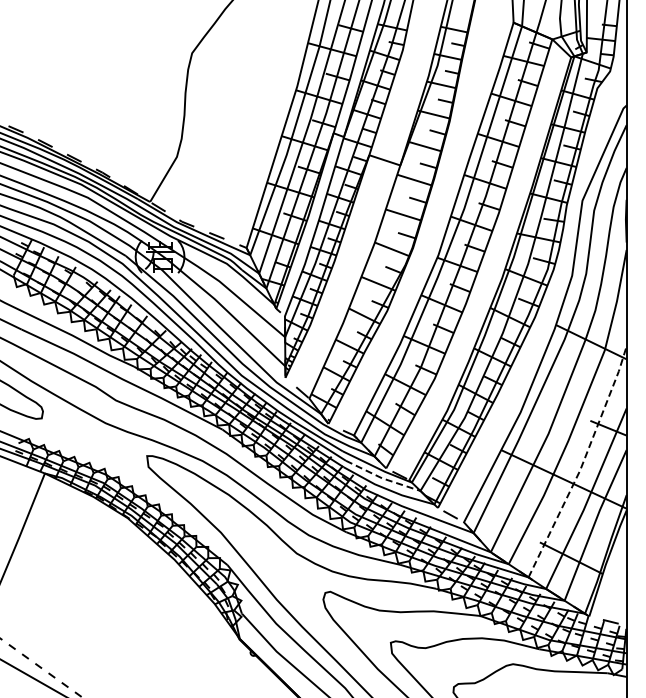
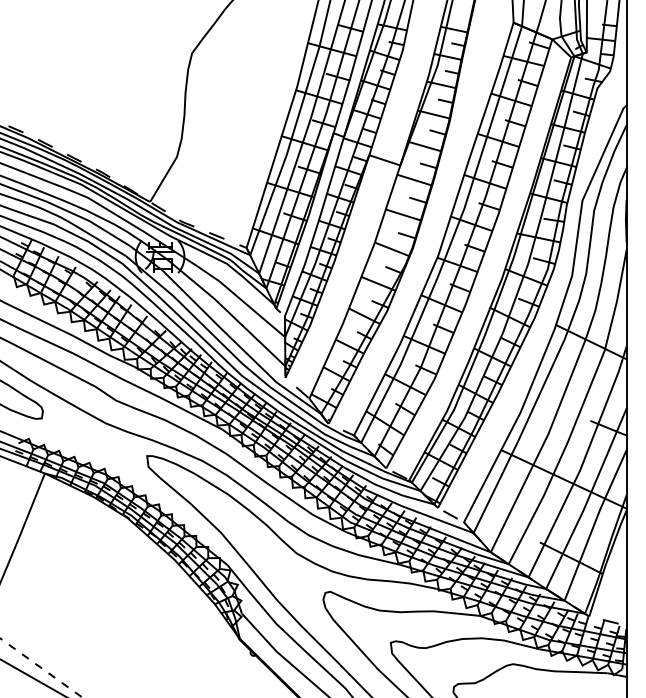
line at (583, 463): dashed -> solid
line at (382, 478): dashed -> solid
